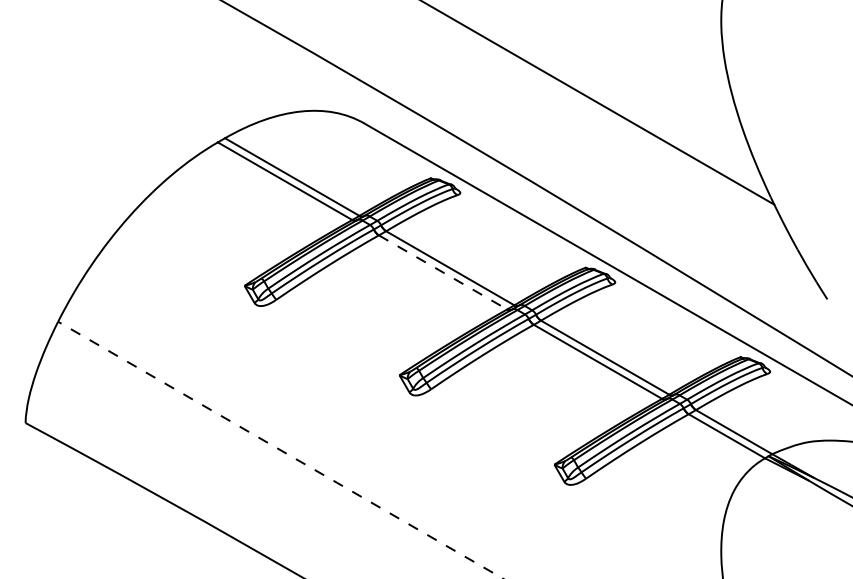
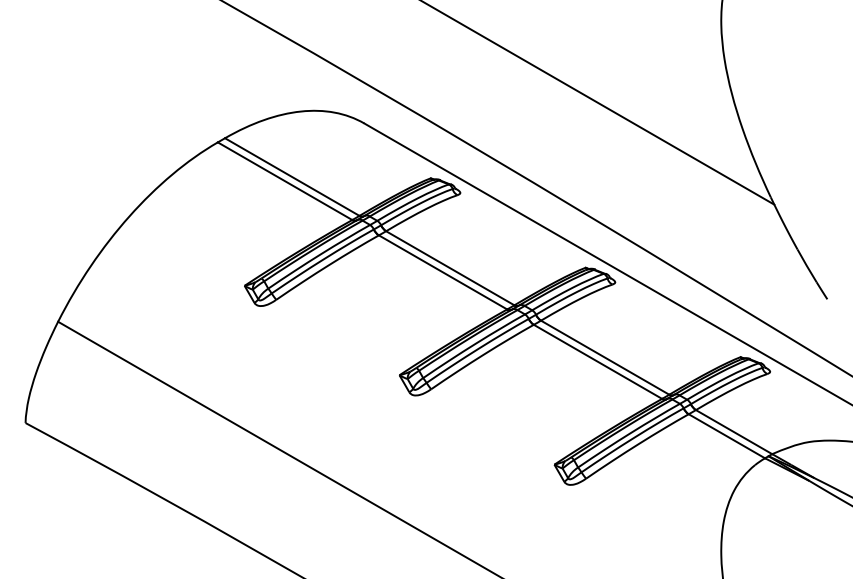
line at (443, 272): dashed -> solid
line at (280, 450): dashed -> solid
